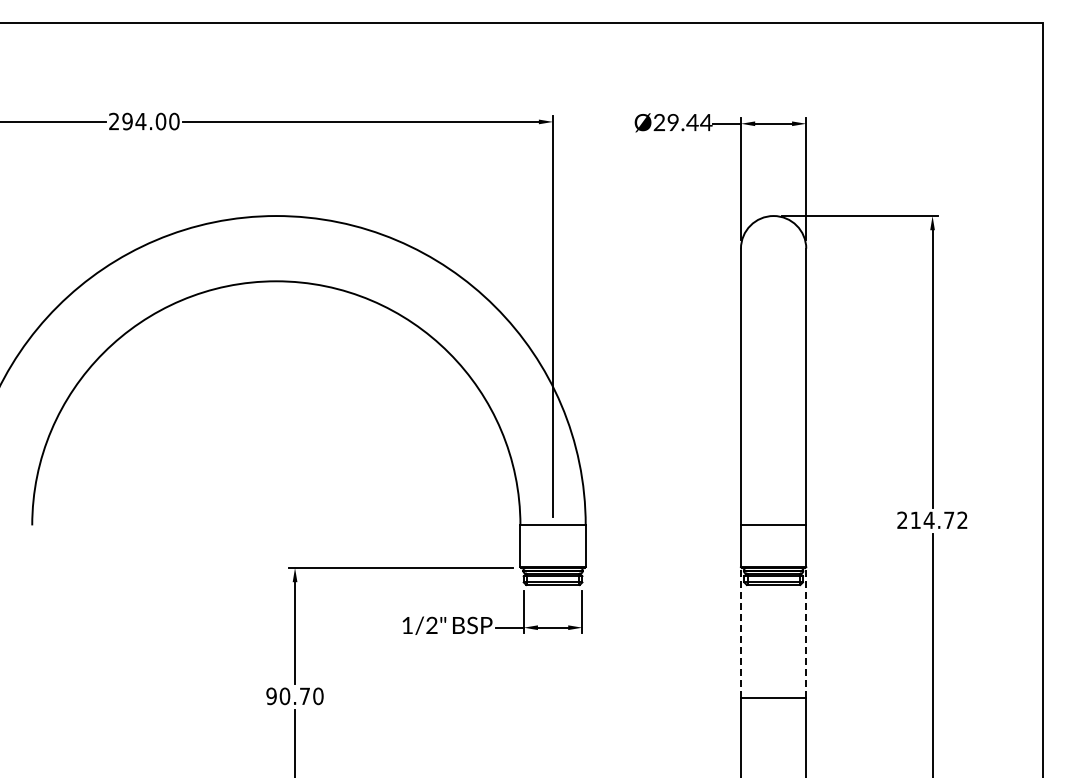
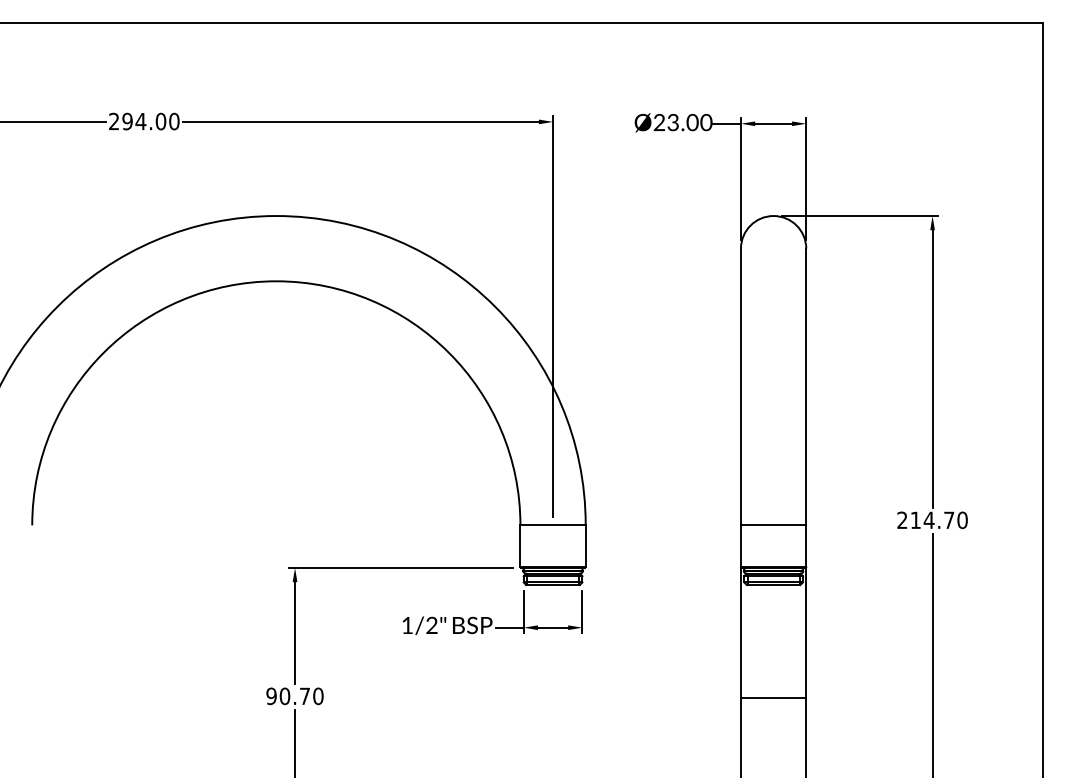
text at (689, 122): Ø29.44 -> Ø23.00
text at (962, 520): 214.72 -> 214.70
line at (740, 631): dashed -> solid
line at (806, 631): dashed -> solid
